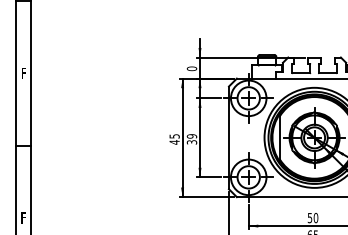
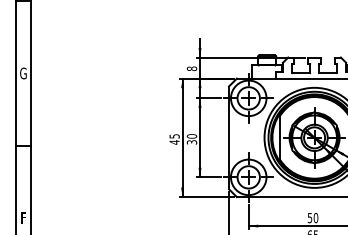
text at (191, 68): 0 -> 8
text at (23, 73): F -> G
text at (192, 136): 39 -> 30
